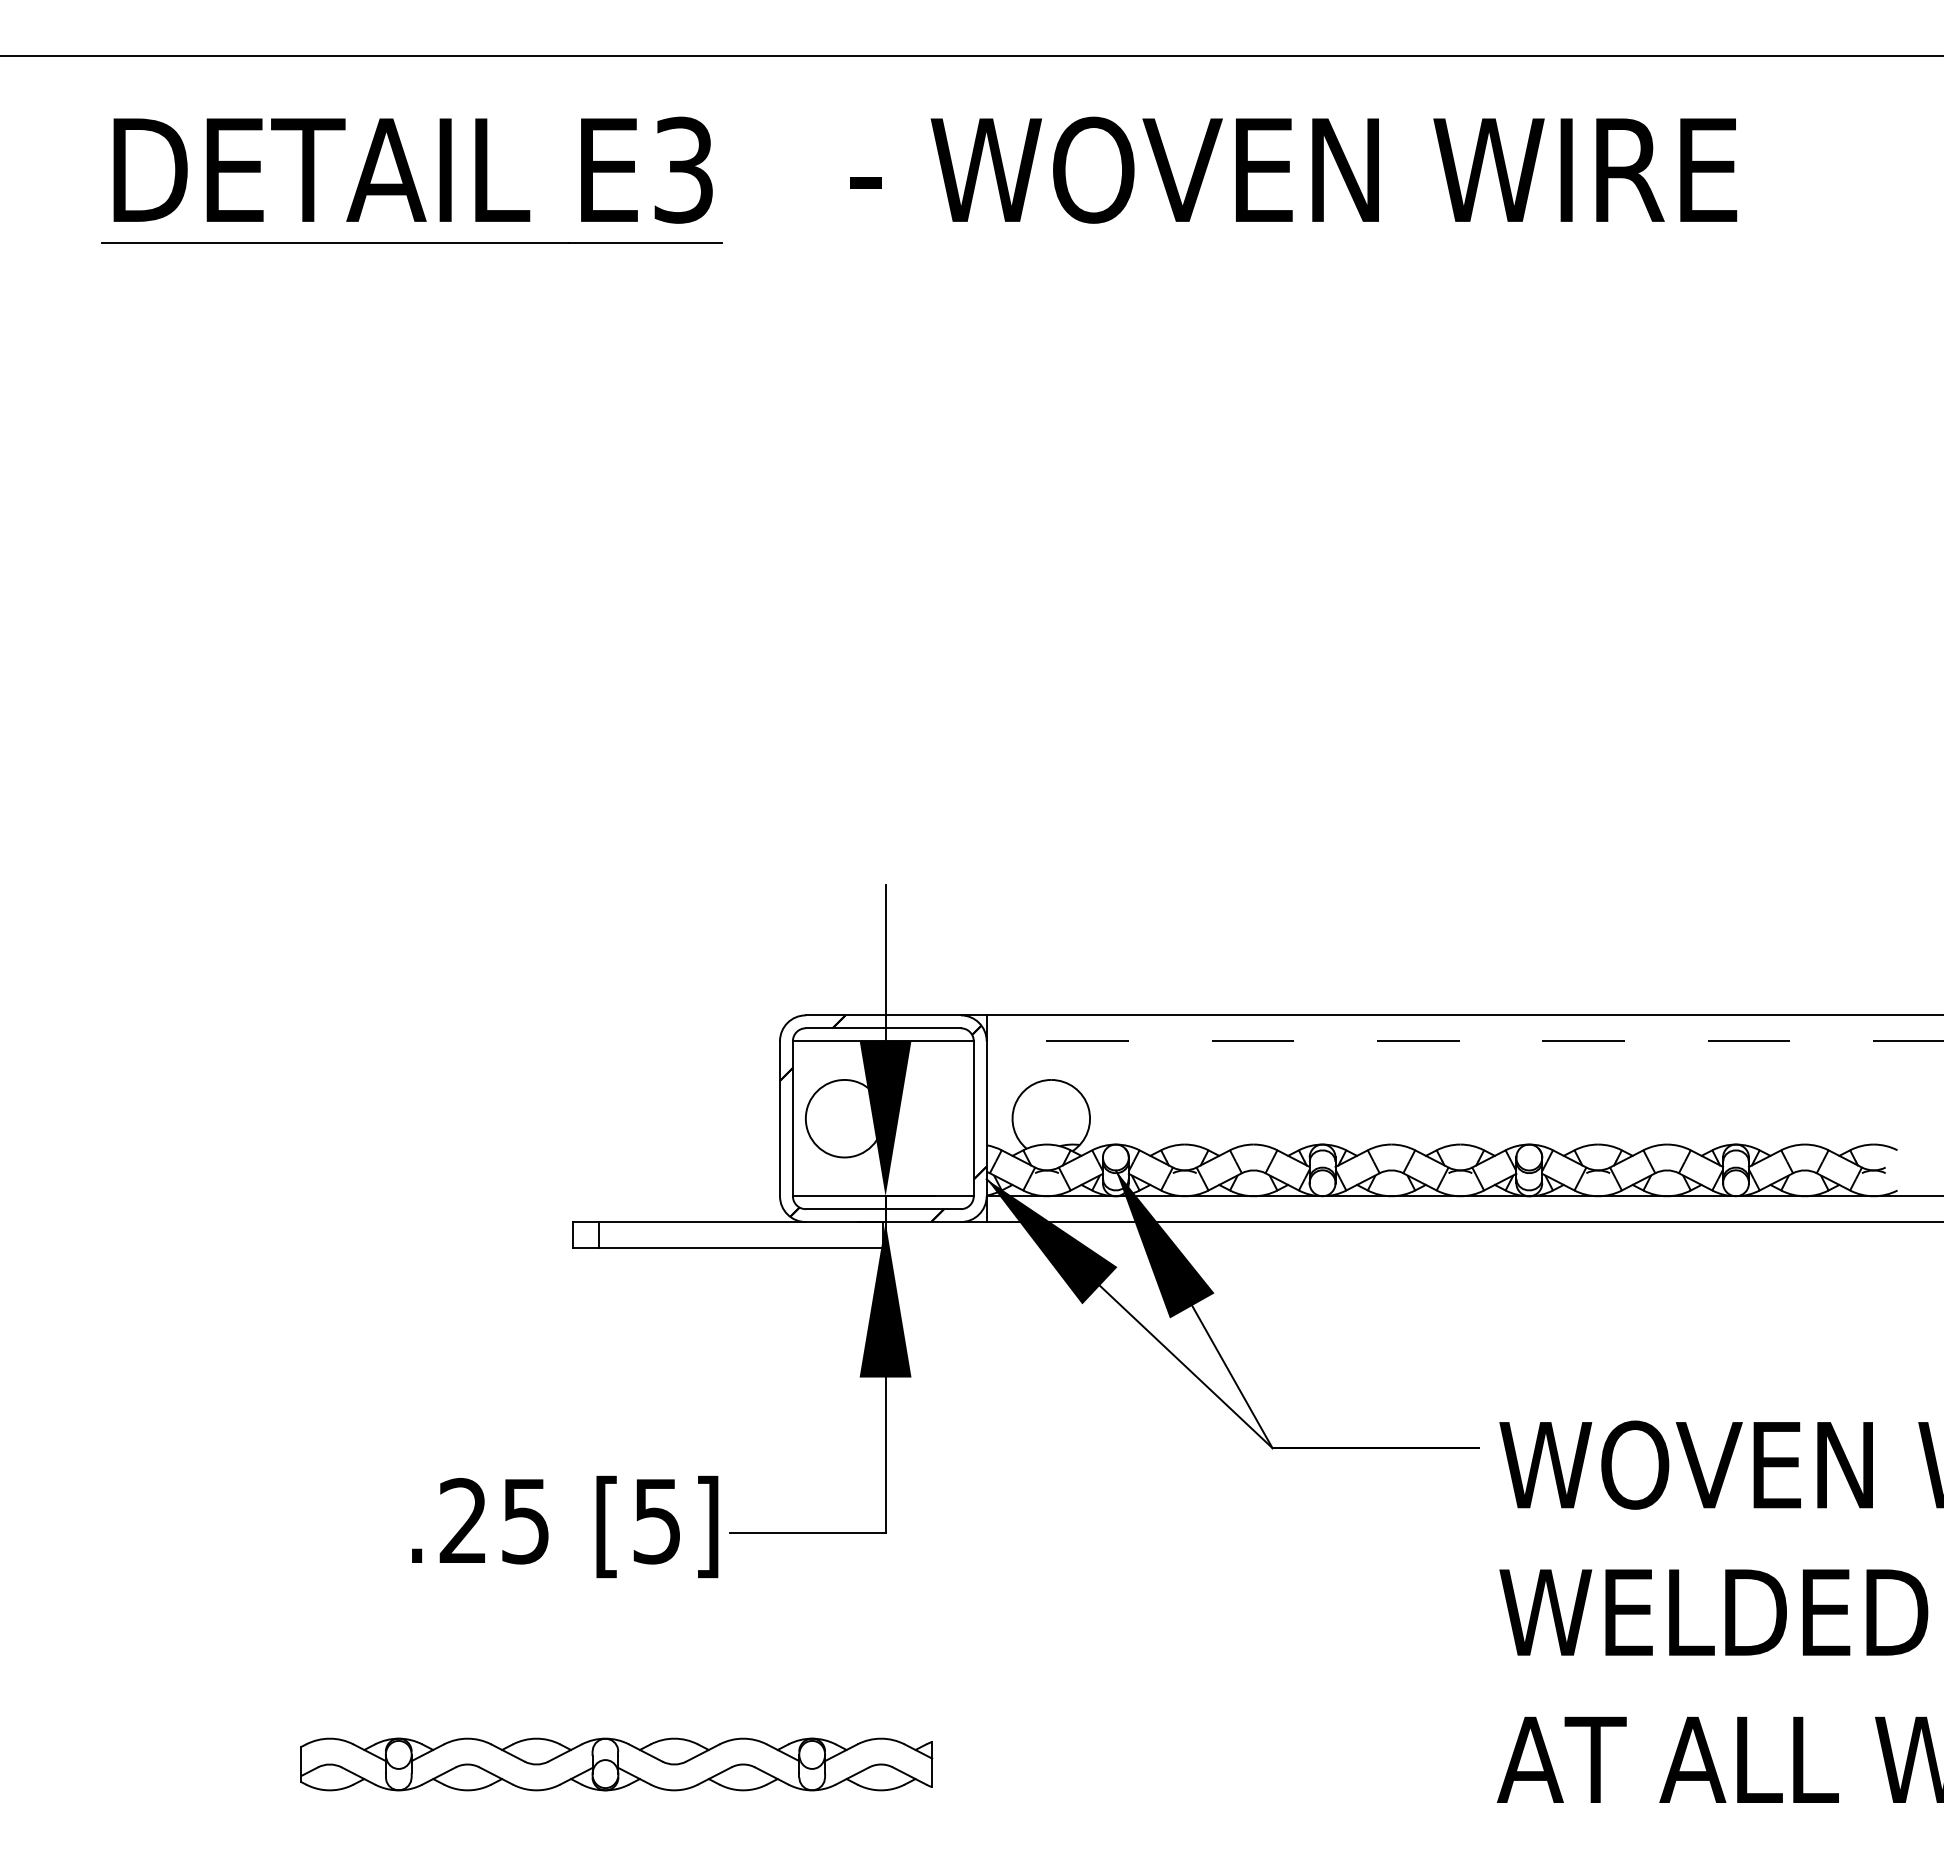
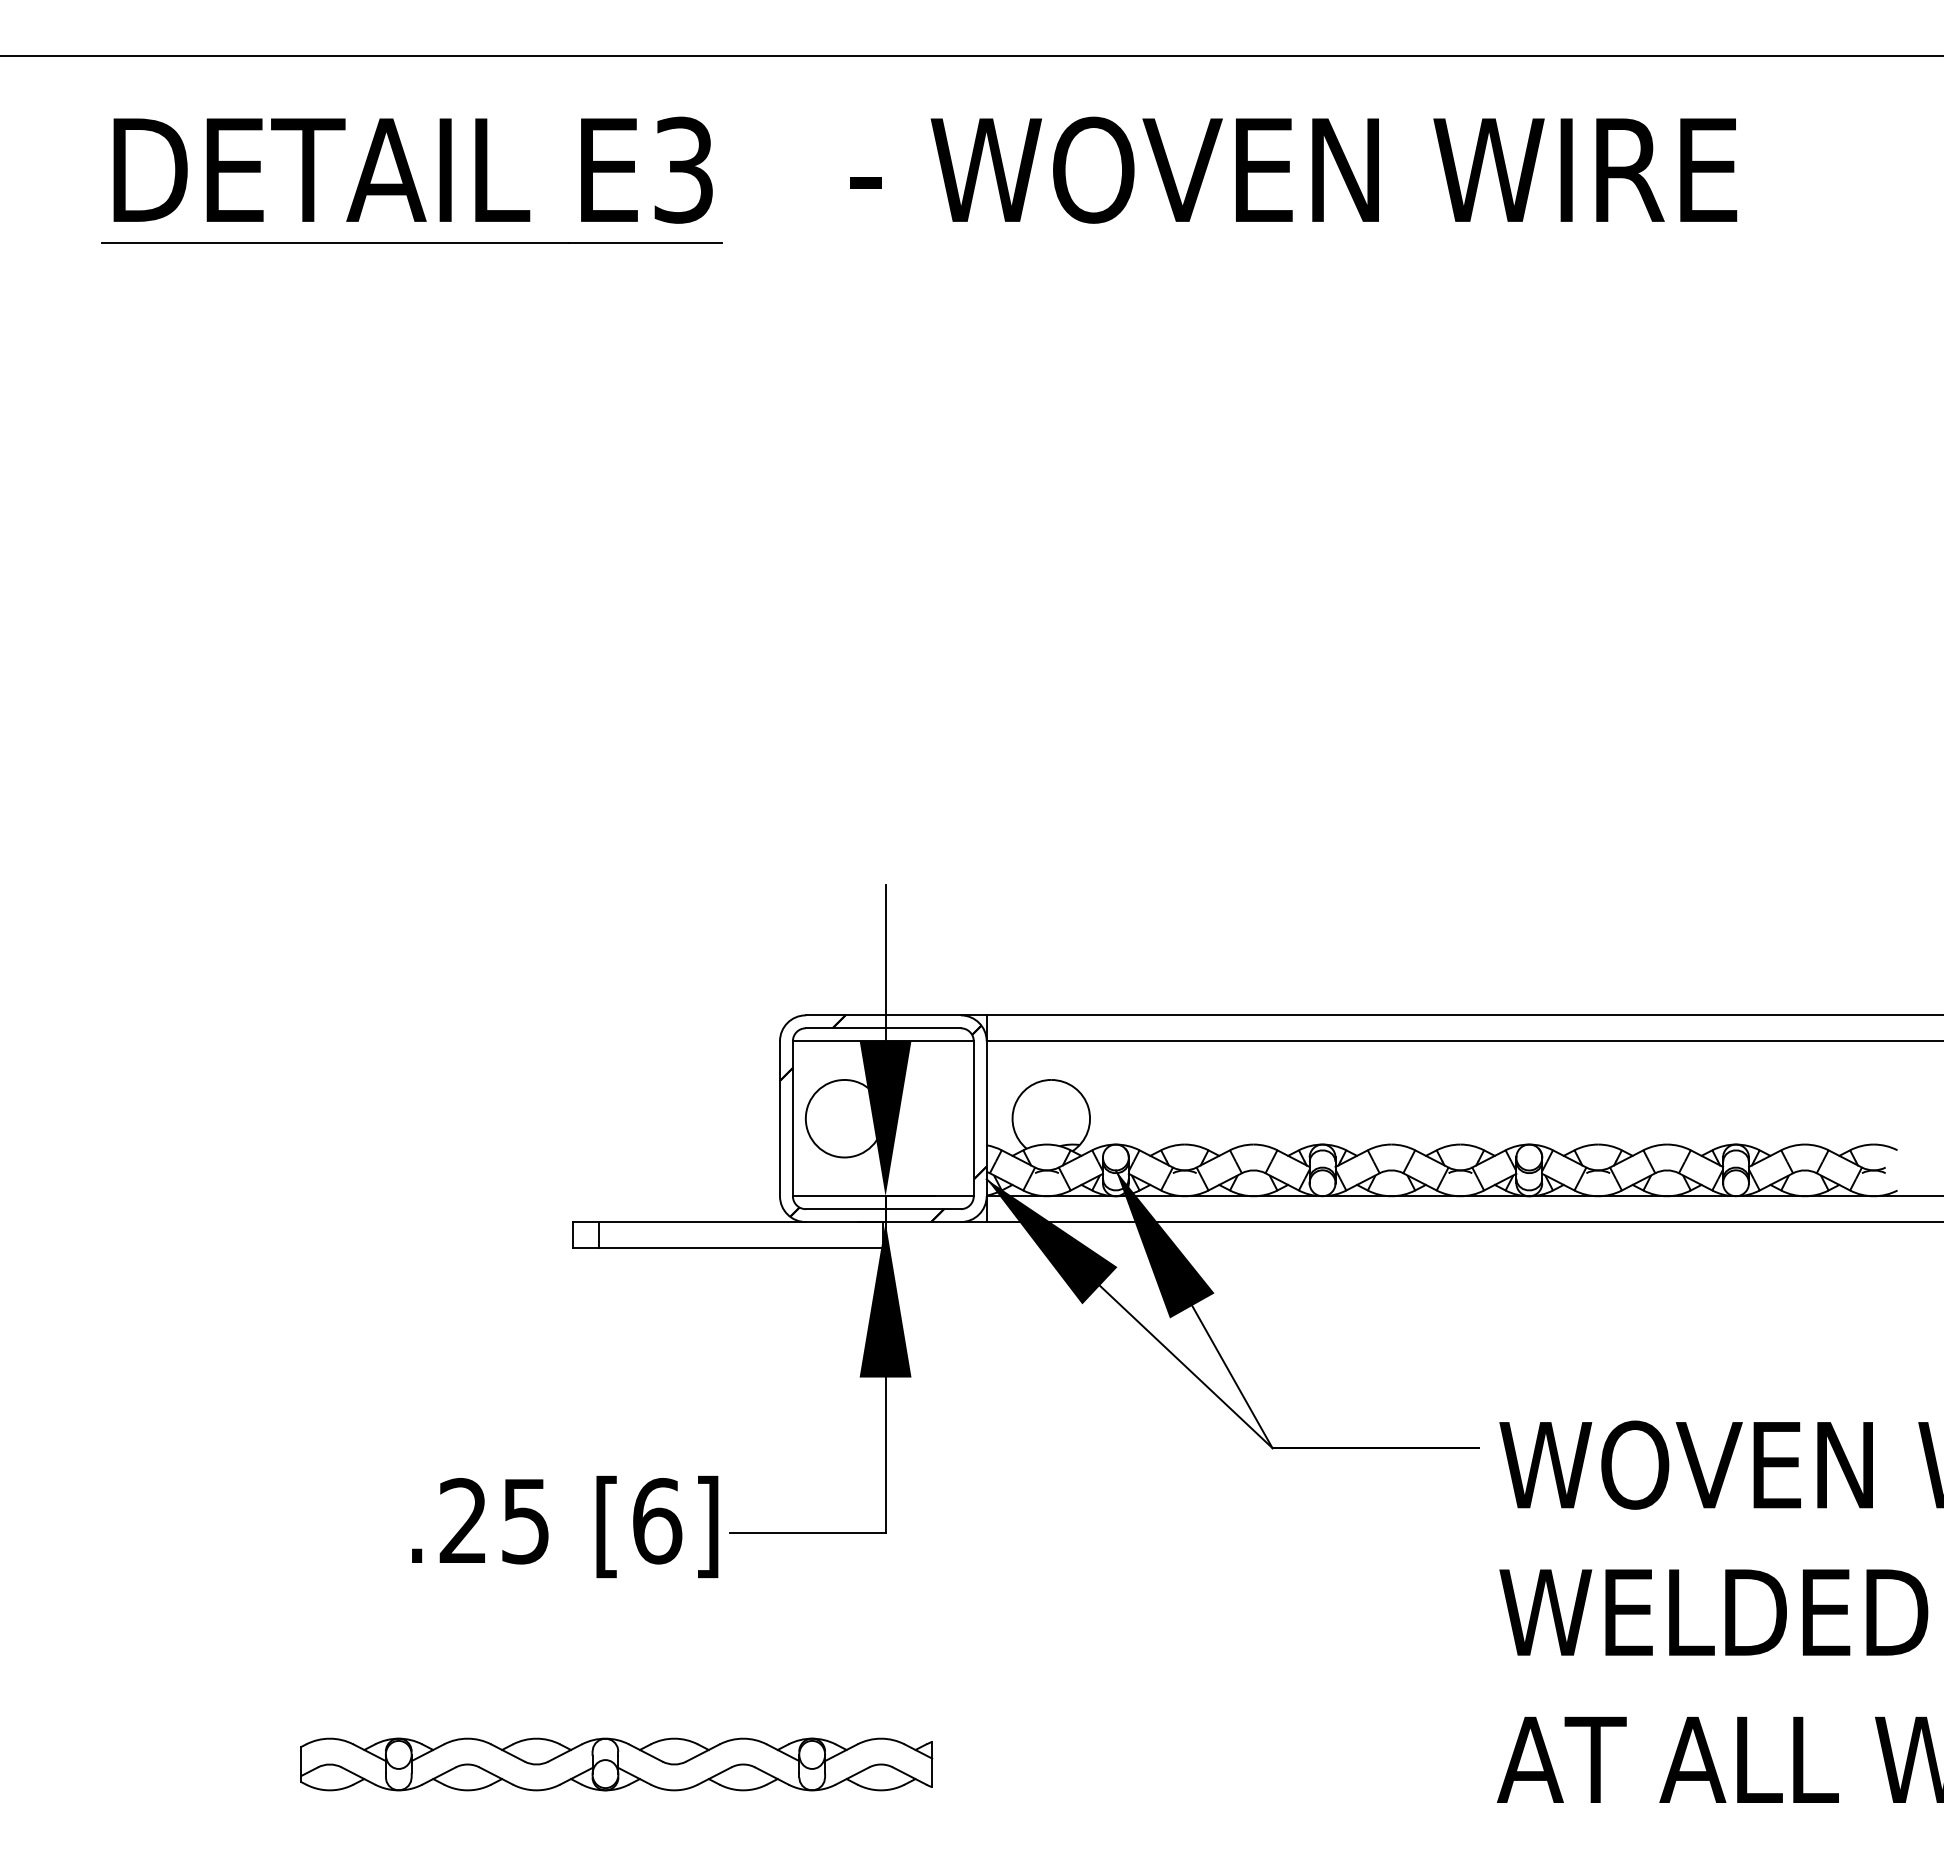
line at (1464, 1041): dashed -> solid
text at (657, 1521): [5] -> [6]
